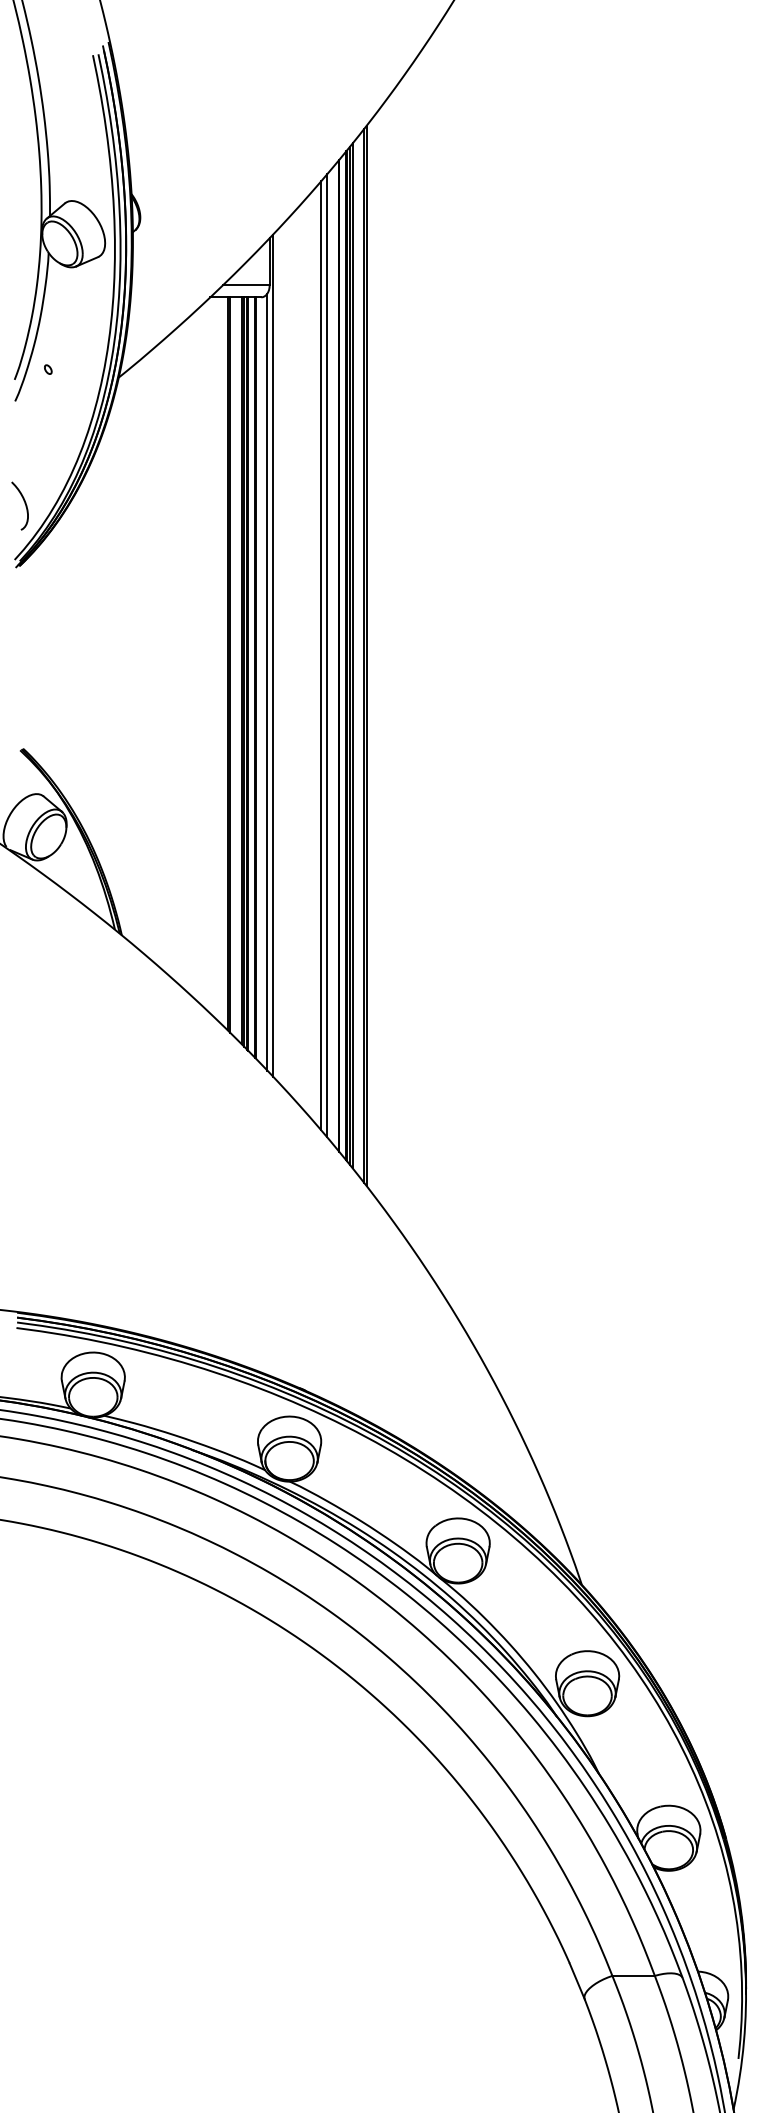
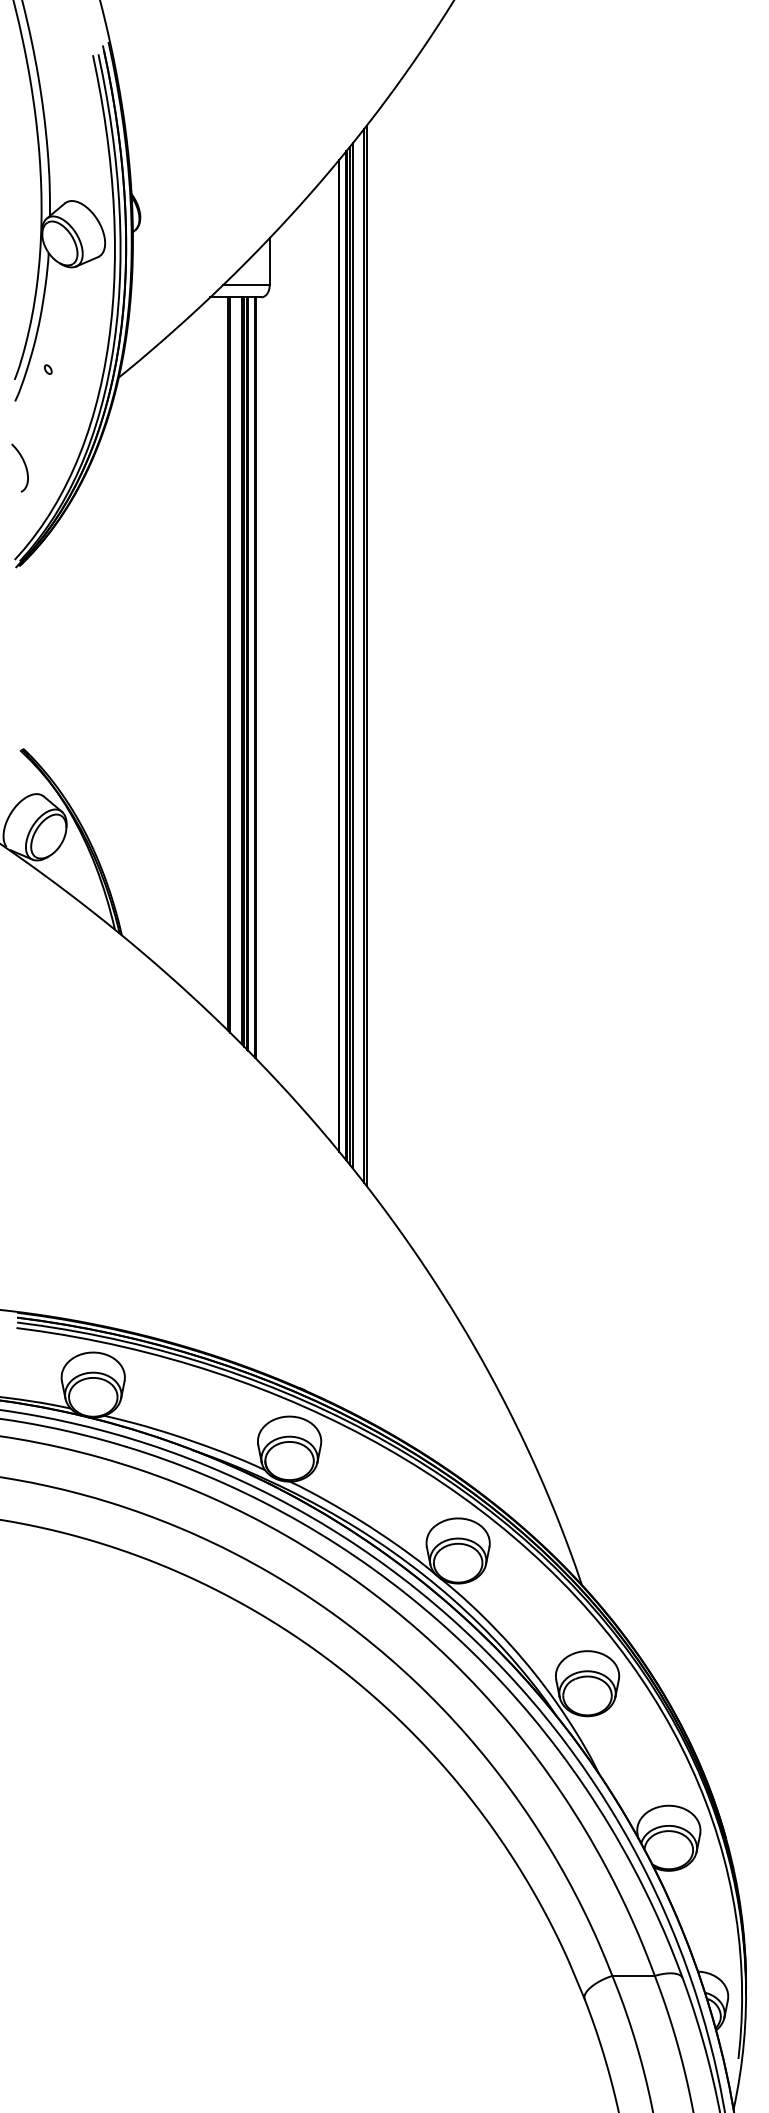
curve at (24, 503) position: (24, 503) -> (24, 465)
line at (272, 655): present -> none
line at (321, 655): present -> none
line at (326, 655): present -> none
line at (267, 681): present -> none
